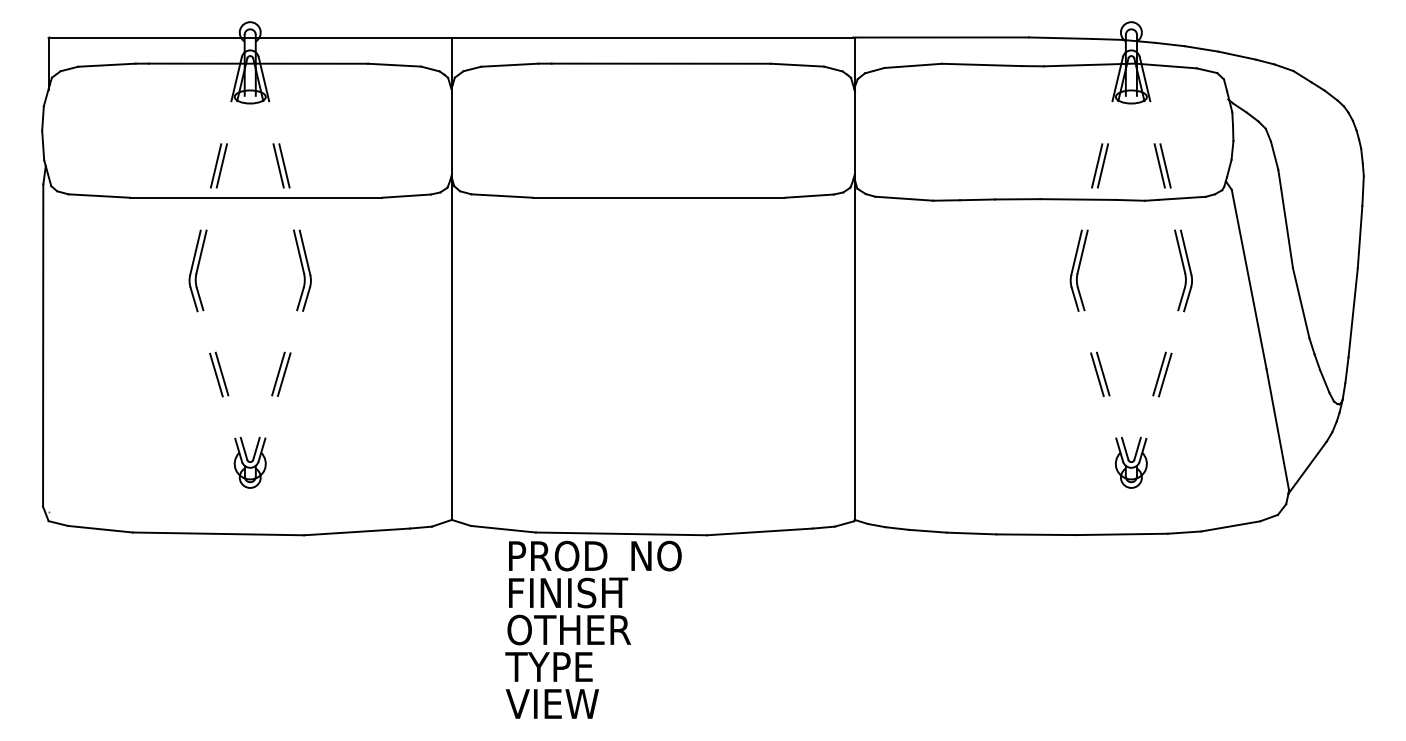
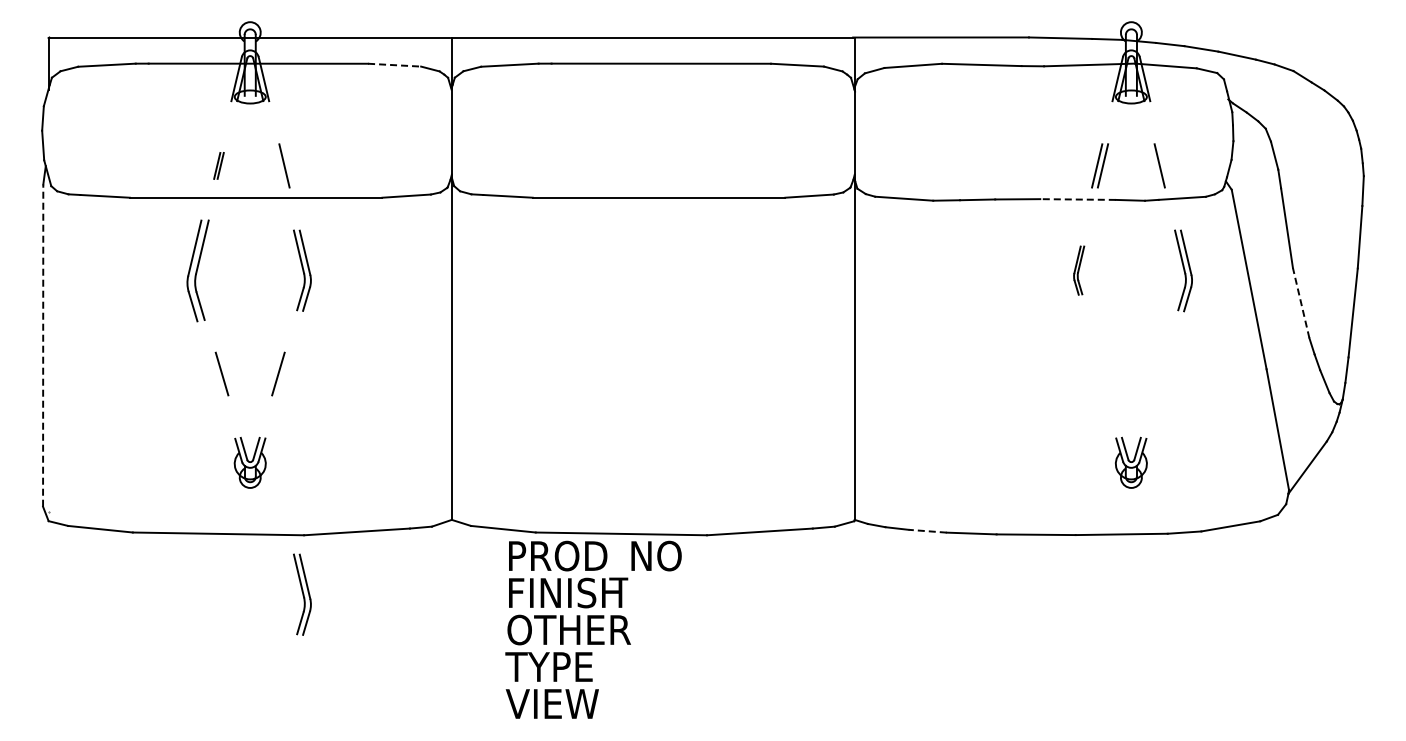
line at (394, 65): solid -> dashed
part at (218, 165) size: 18x46 px -> 12x28 px
line at (278, 165): present -> none
line at (1165, 165): present -> none
line at (1078, 199): solid -> dashed
part at (197, 270) size: 20x84 px -> 24x104 px
part at (1078, 270) size: 20x83 px -> 13x51 px
line at (1301, 302): solid -> dashed
line at (43, 345): solid -> dashed
part at (1100, 373): present -> none
line at (216, 374): present -> none
line at (283, 374): present -> none
part at (1162, 374): present -> none
line at (927, 531): solid -> dashed
part at (302, 594): none -> present
